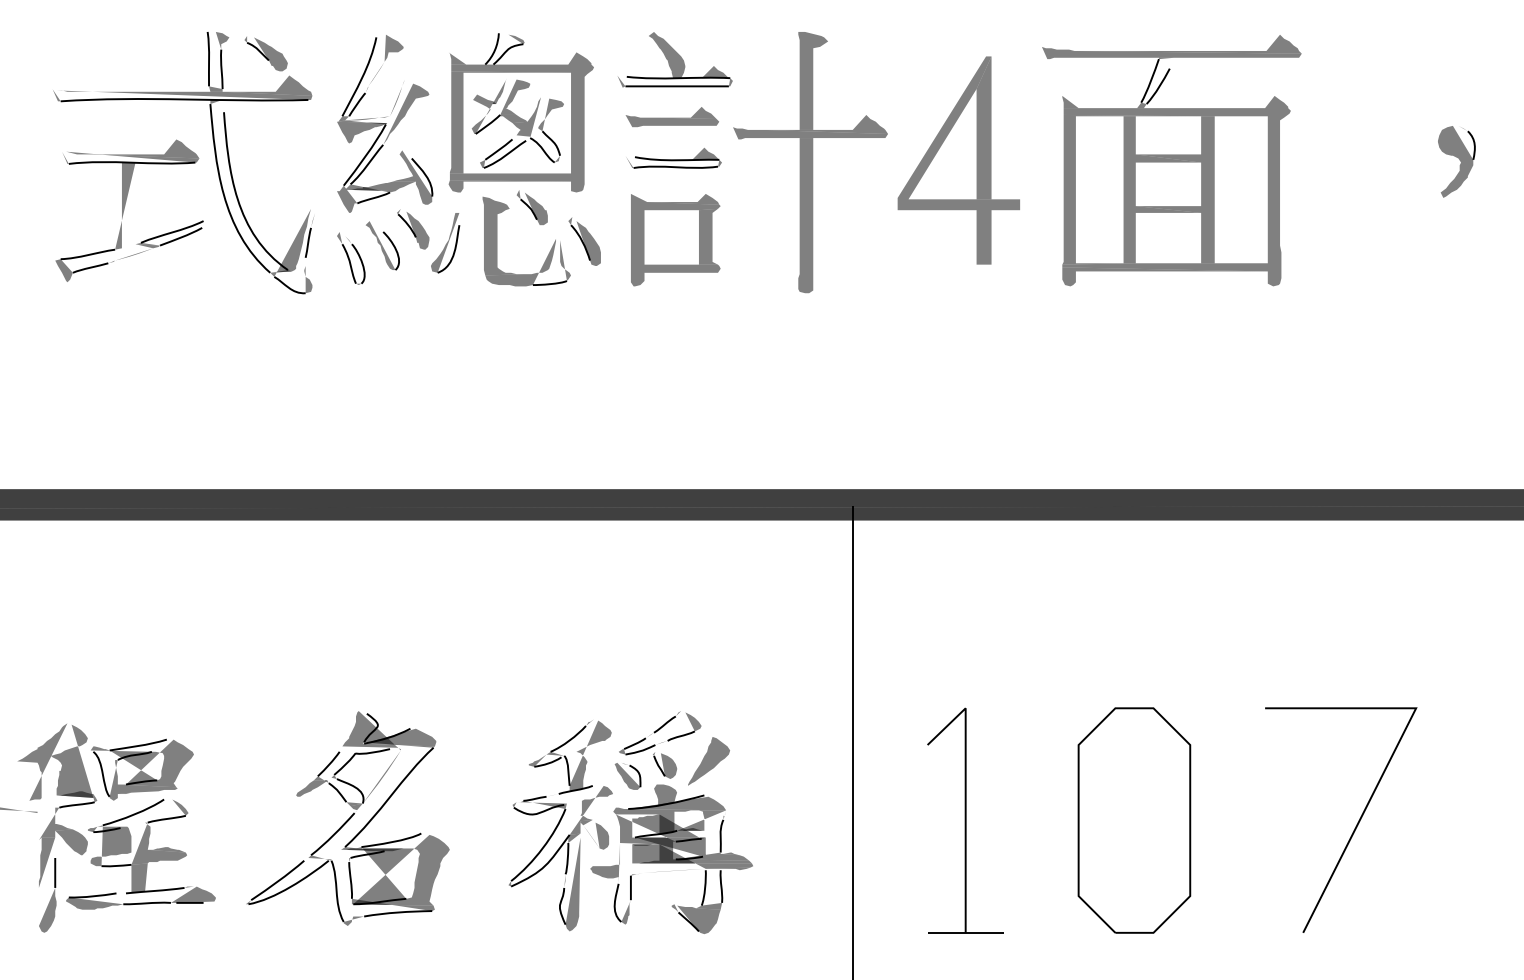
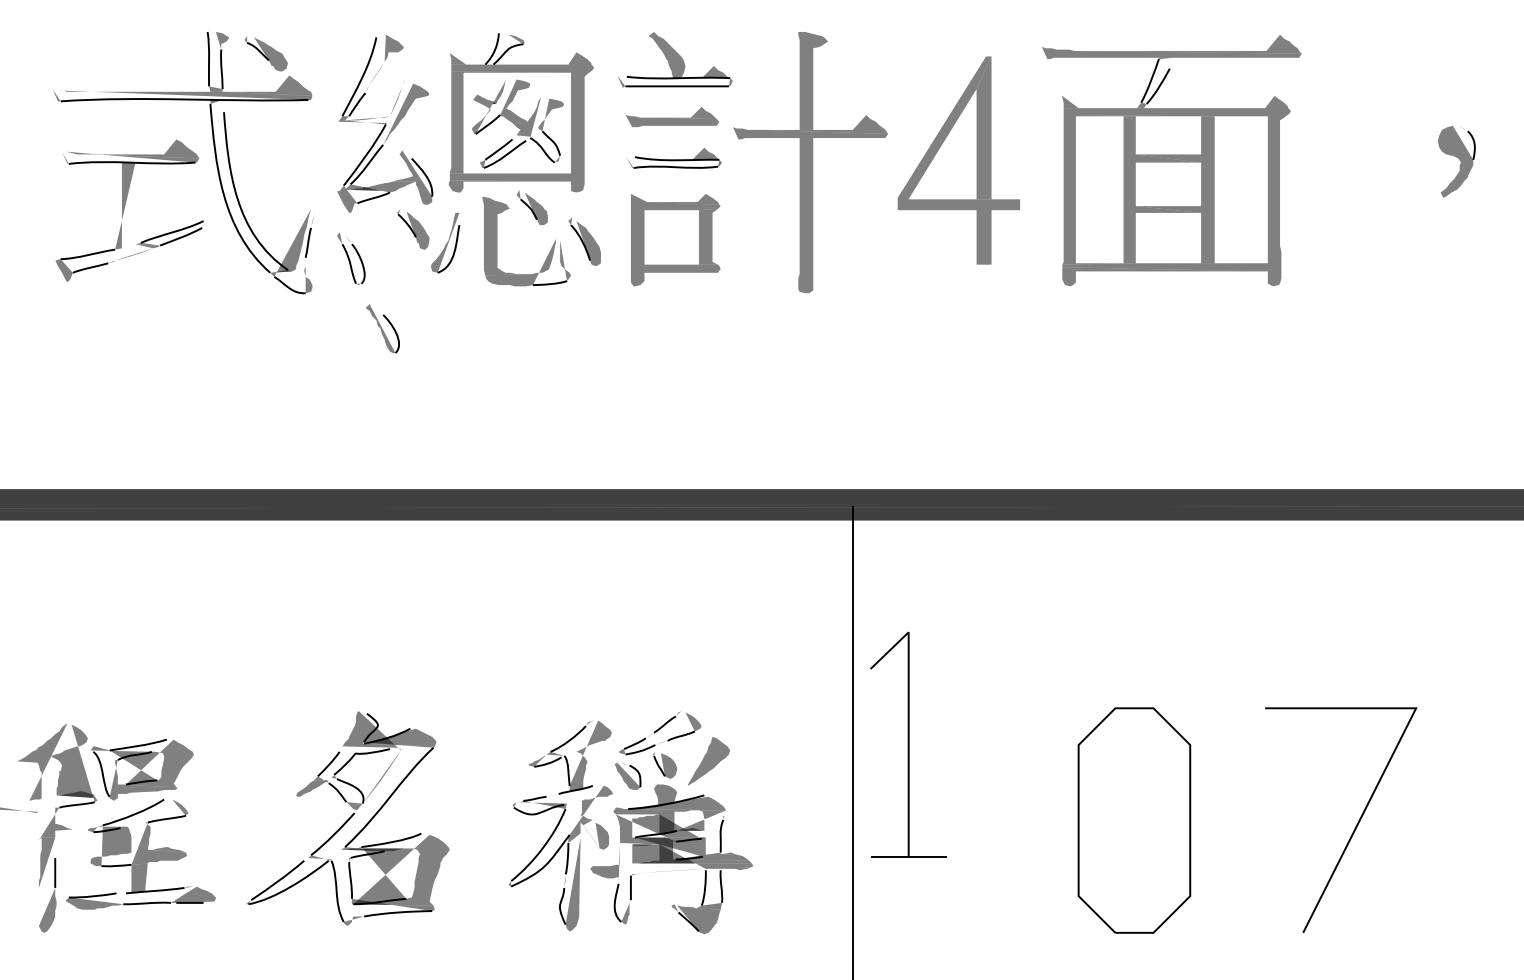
fill at (361, 132): present -> none
part at (382, 245) position: (382, 245) -> (382, 328)
part at (965, 820) position: (965, 820) -> (908, 744)
fill at (71, 842): present -> none
